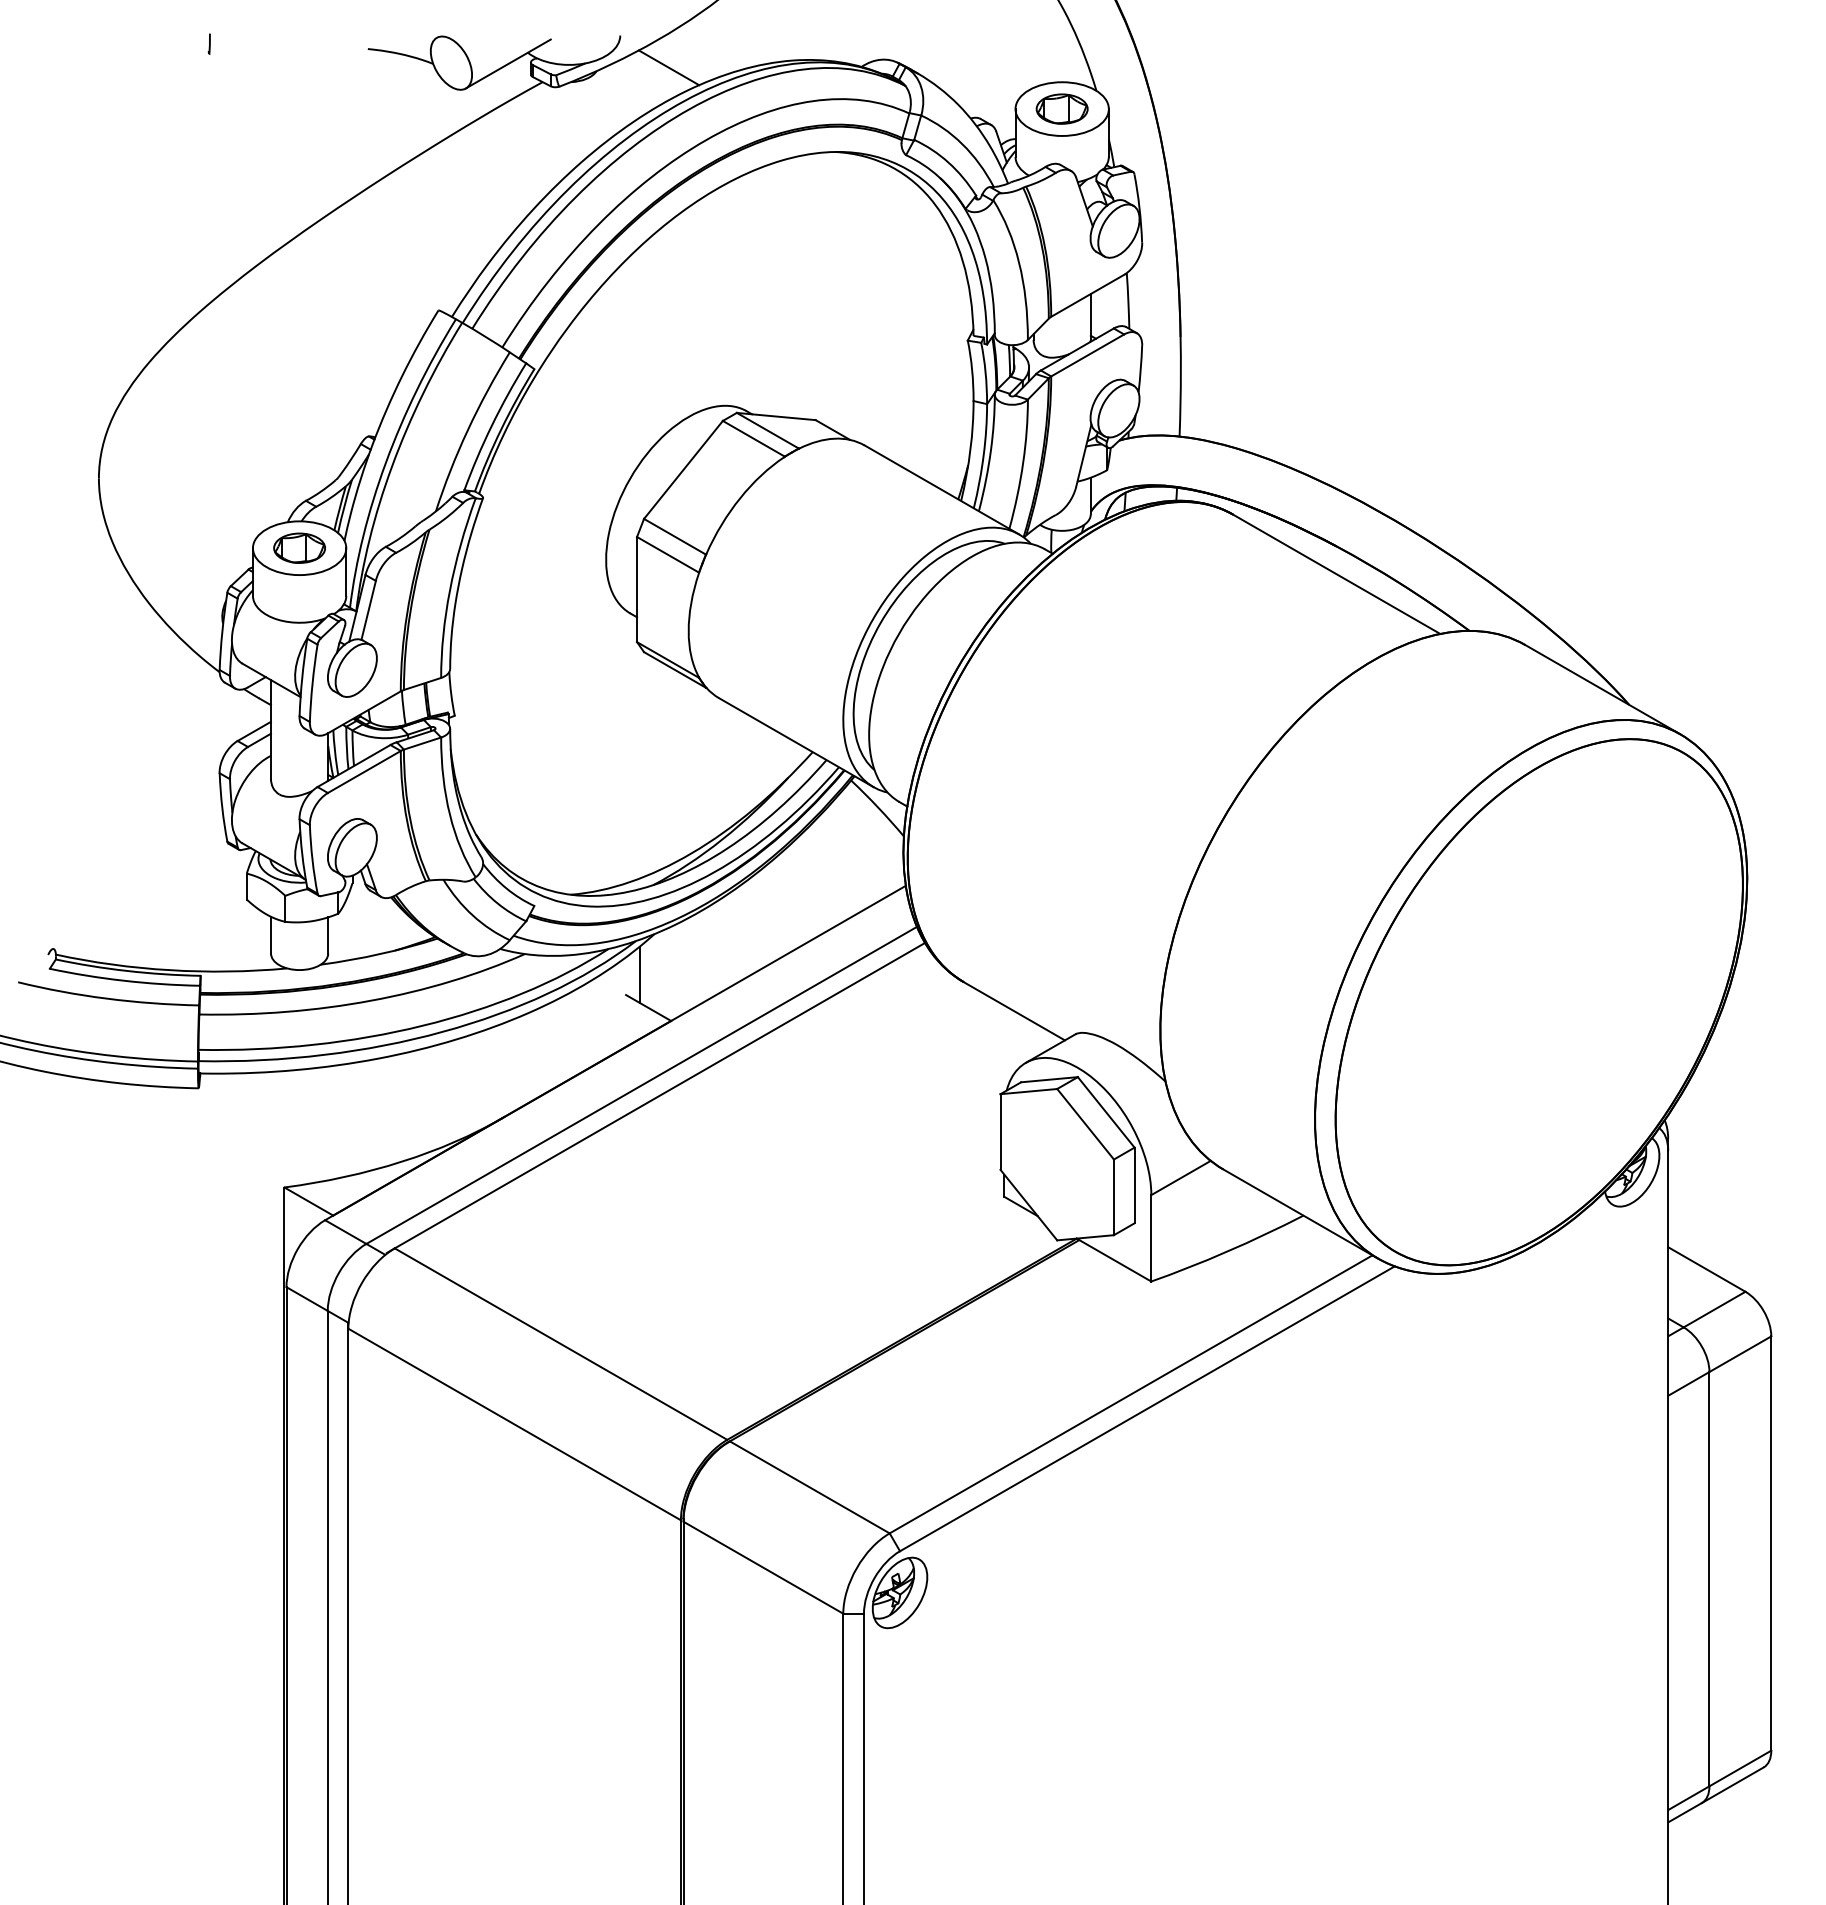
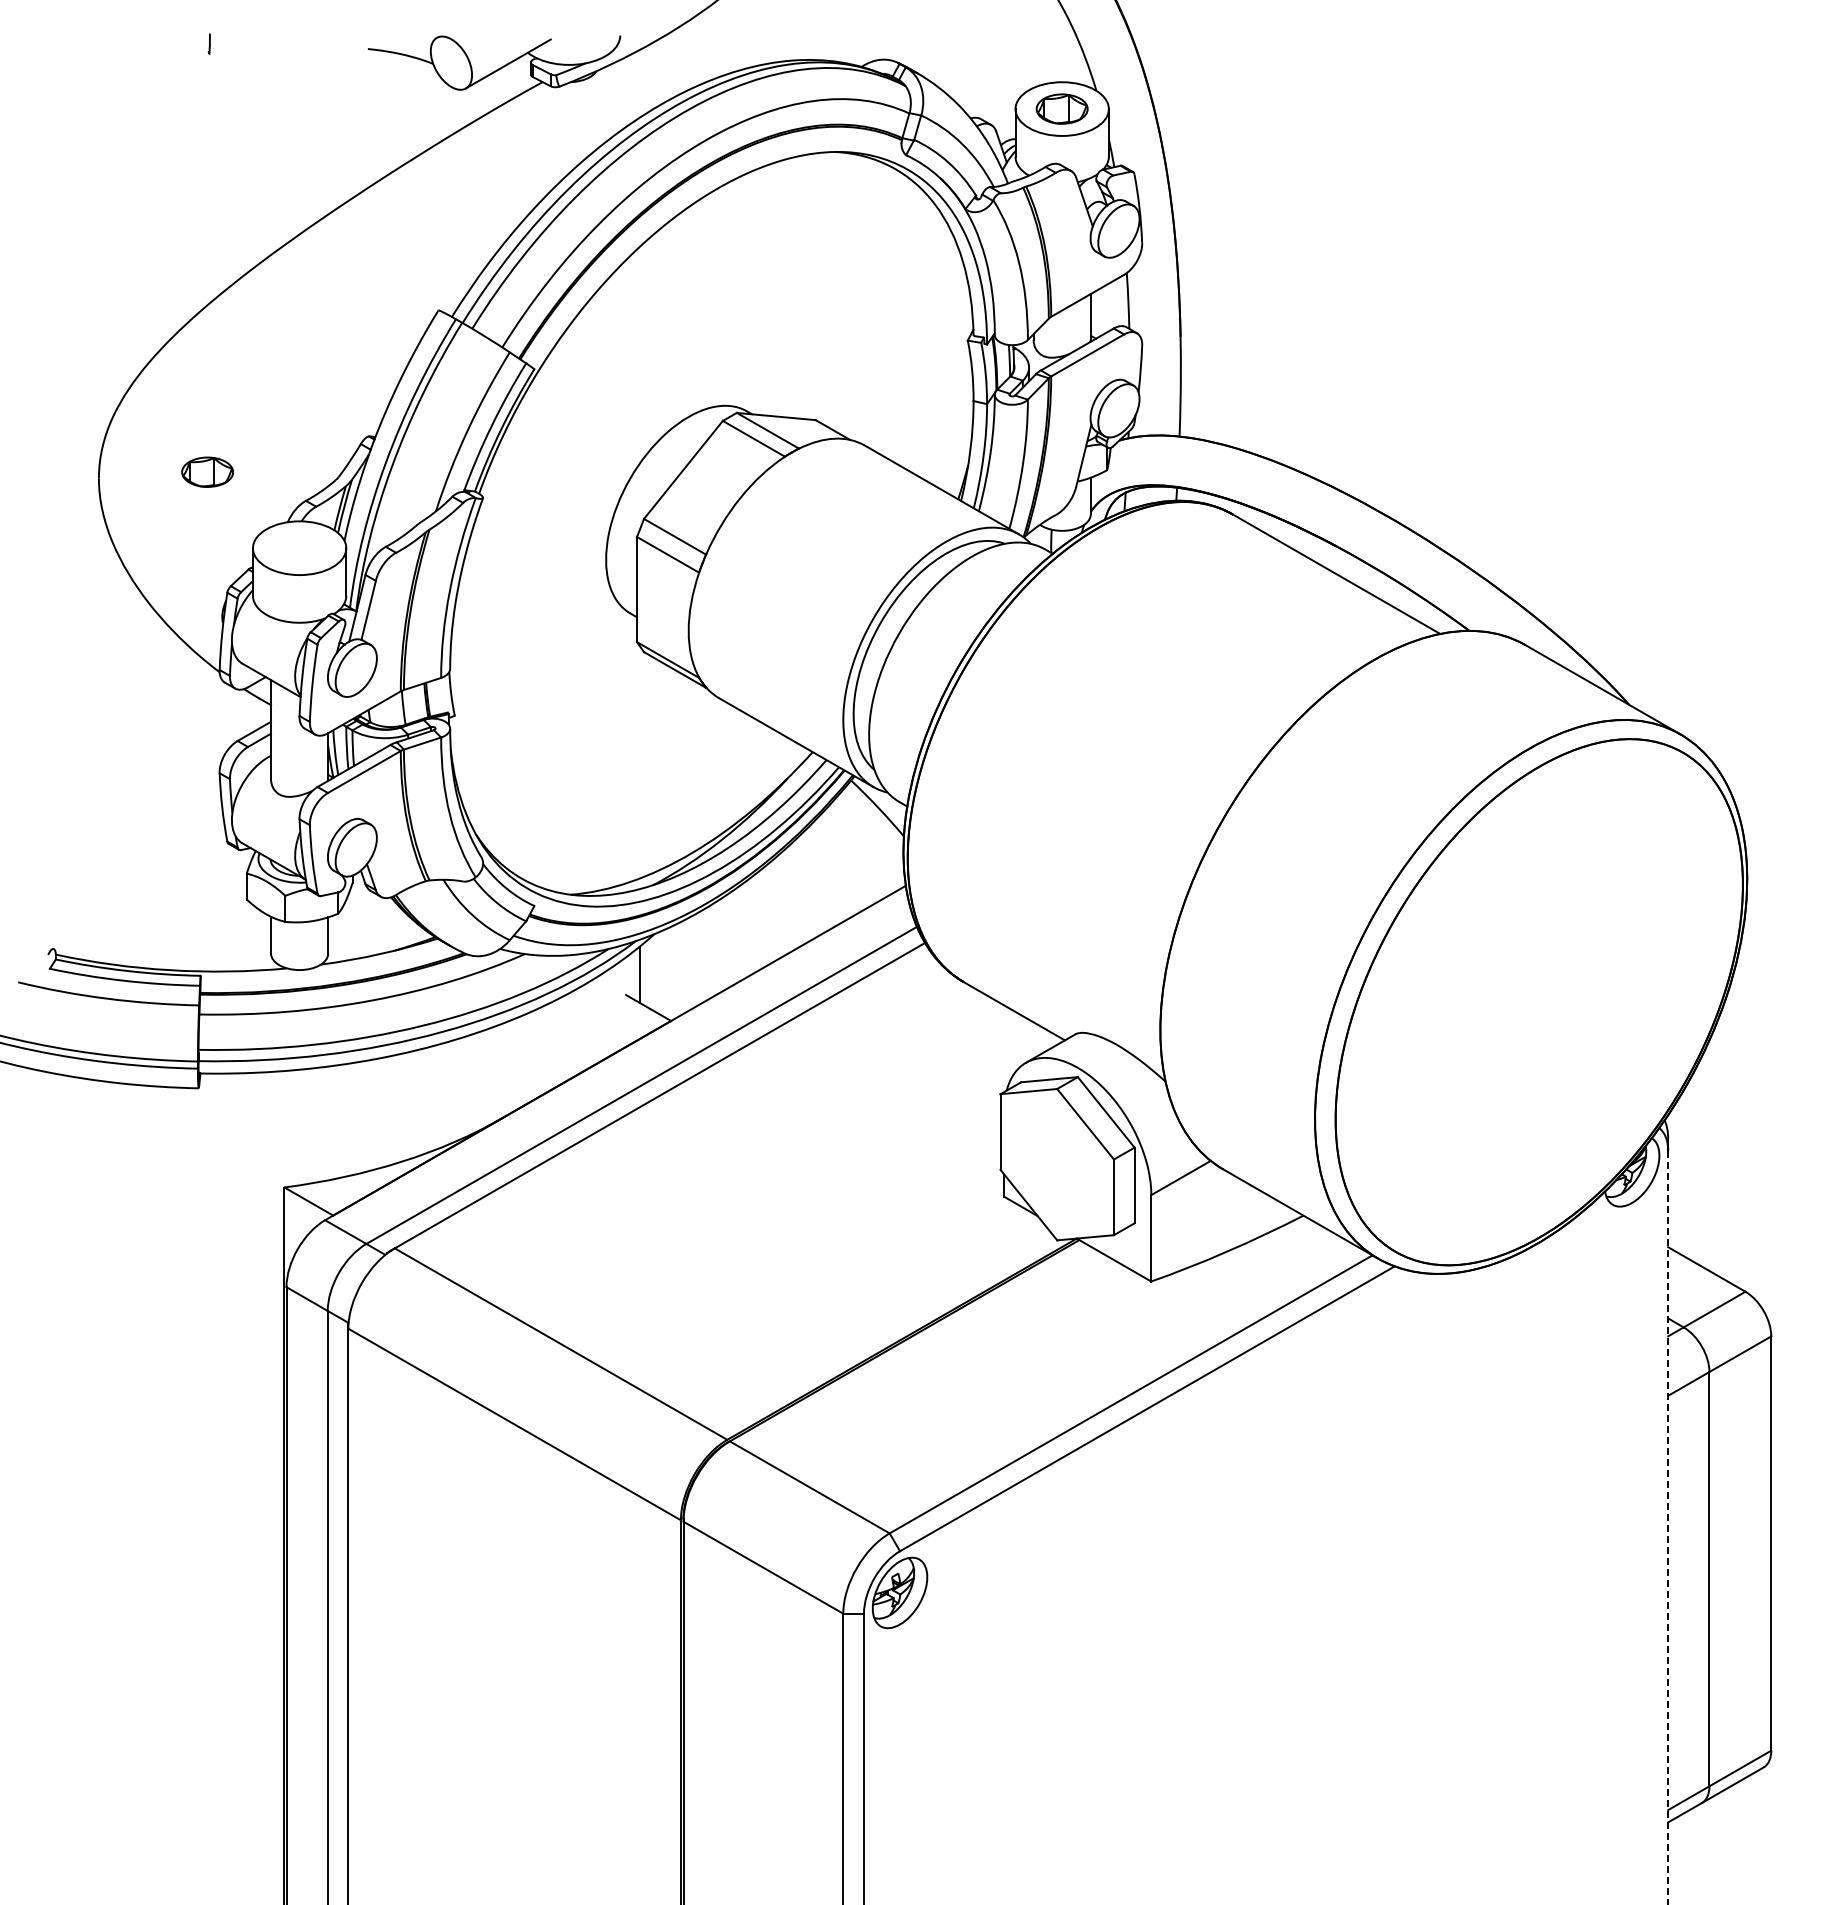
line at (668, 67): present -> none
part at (299, 547) position: (299, 547) -> (207, 471)
line at (1668, 1527): solid -> dashed
